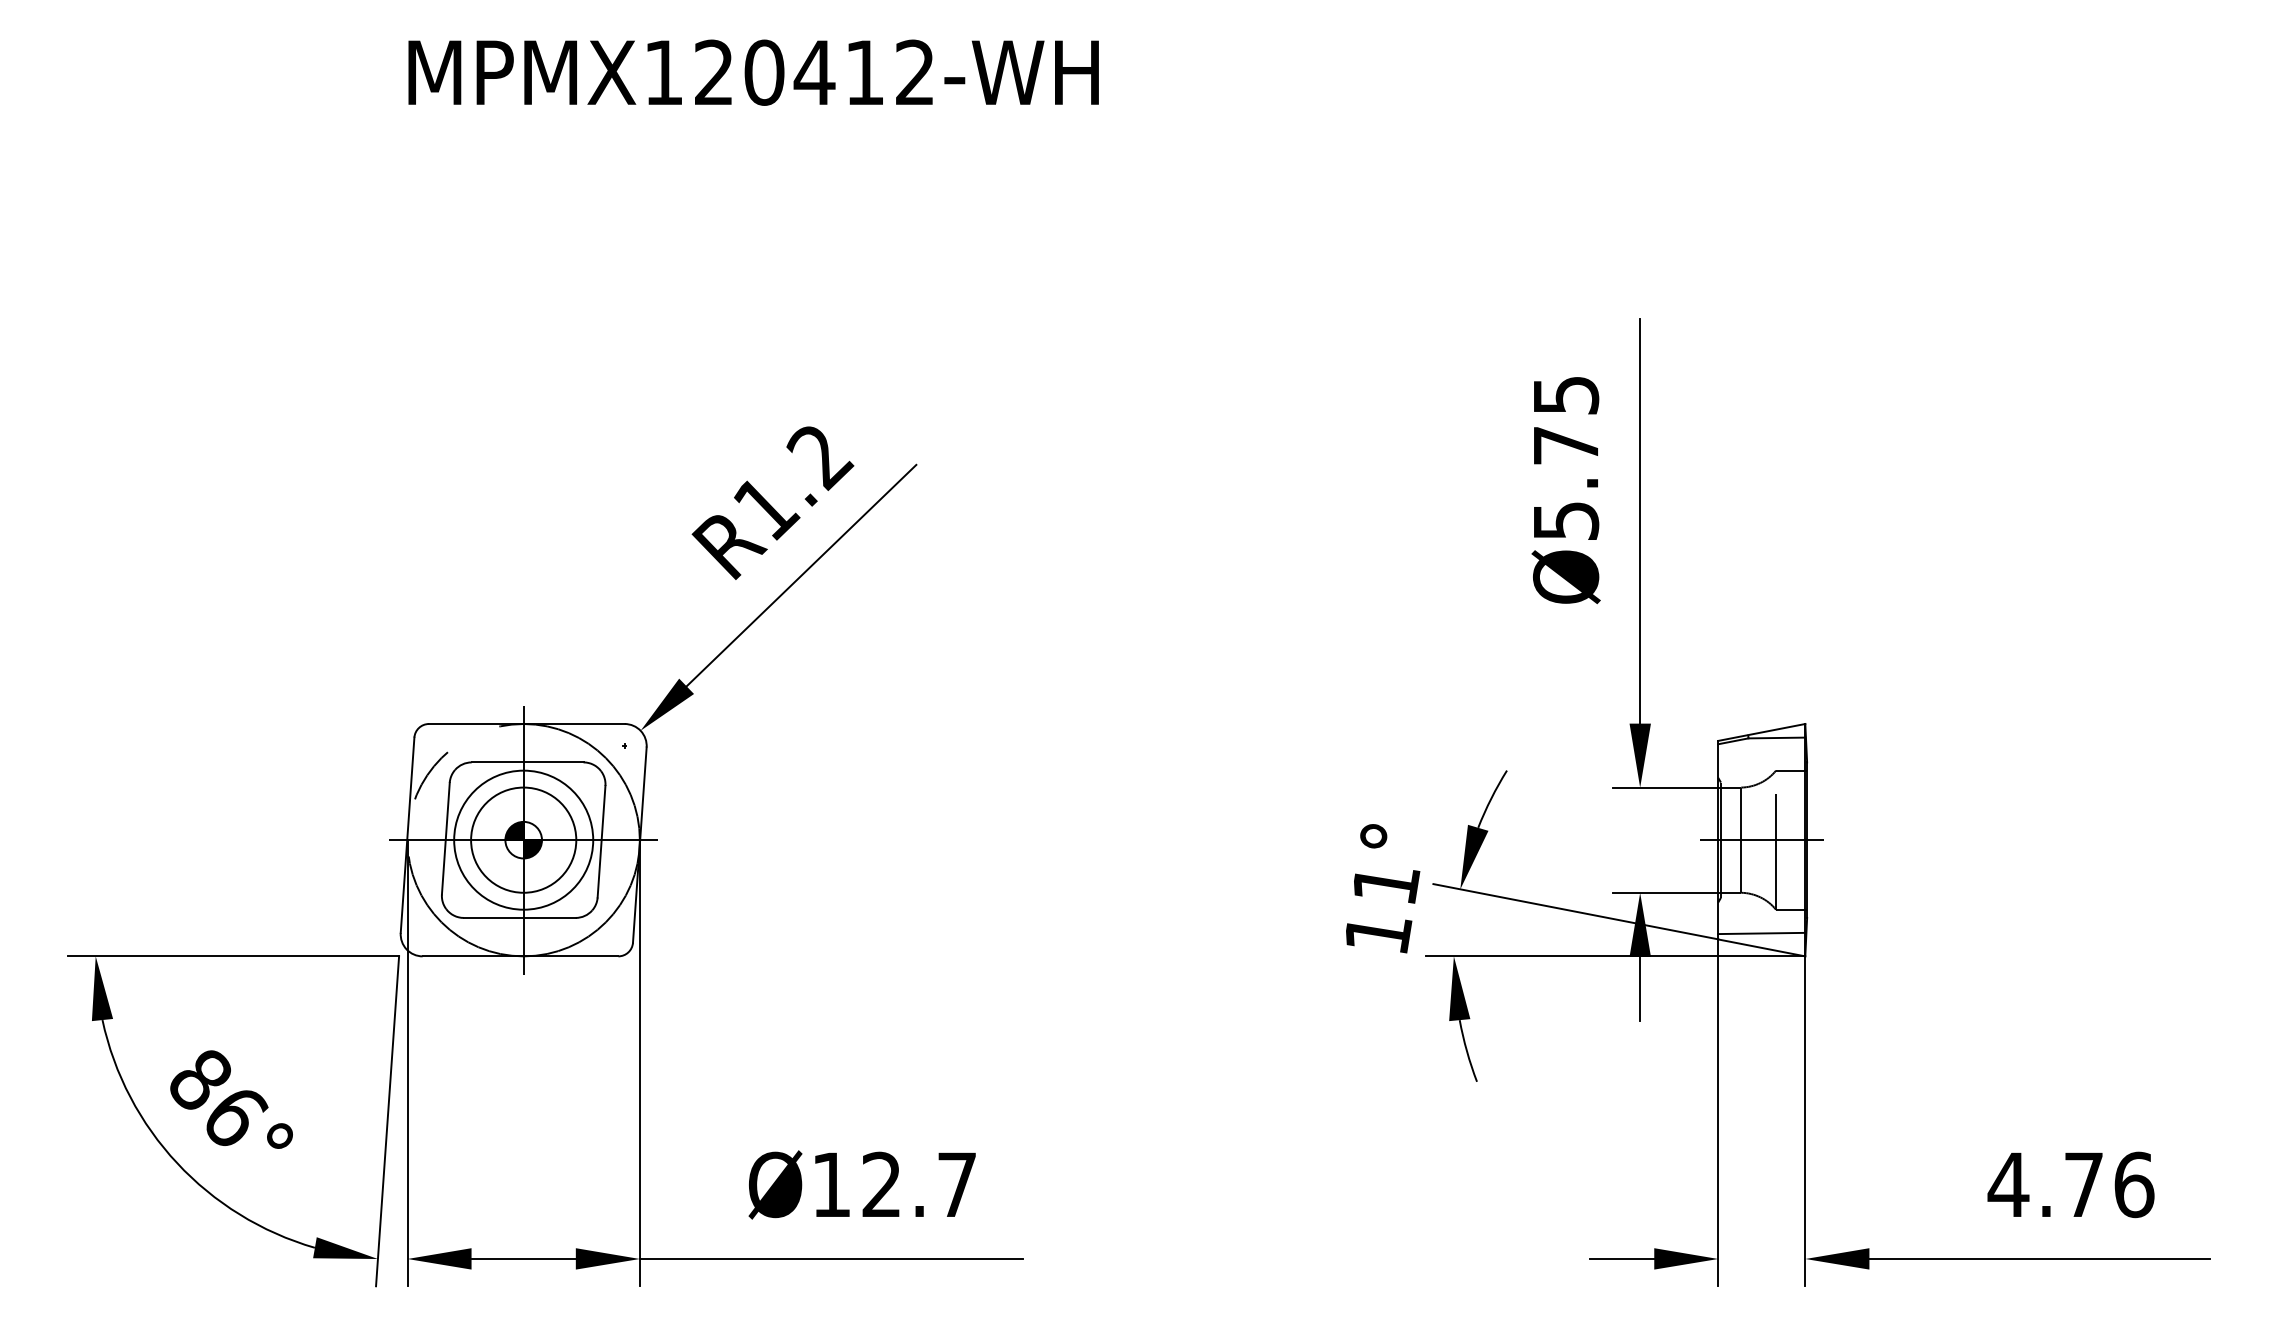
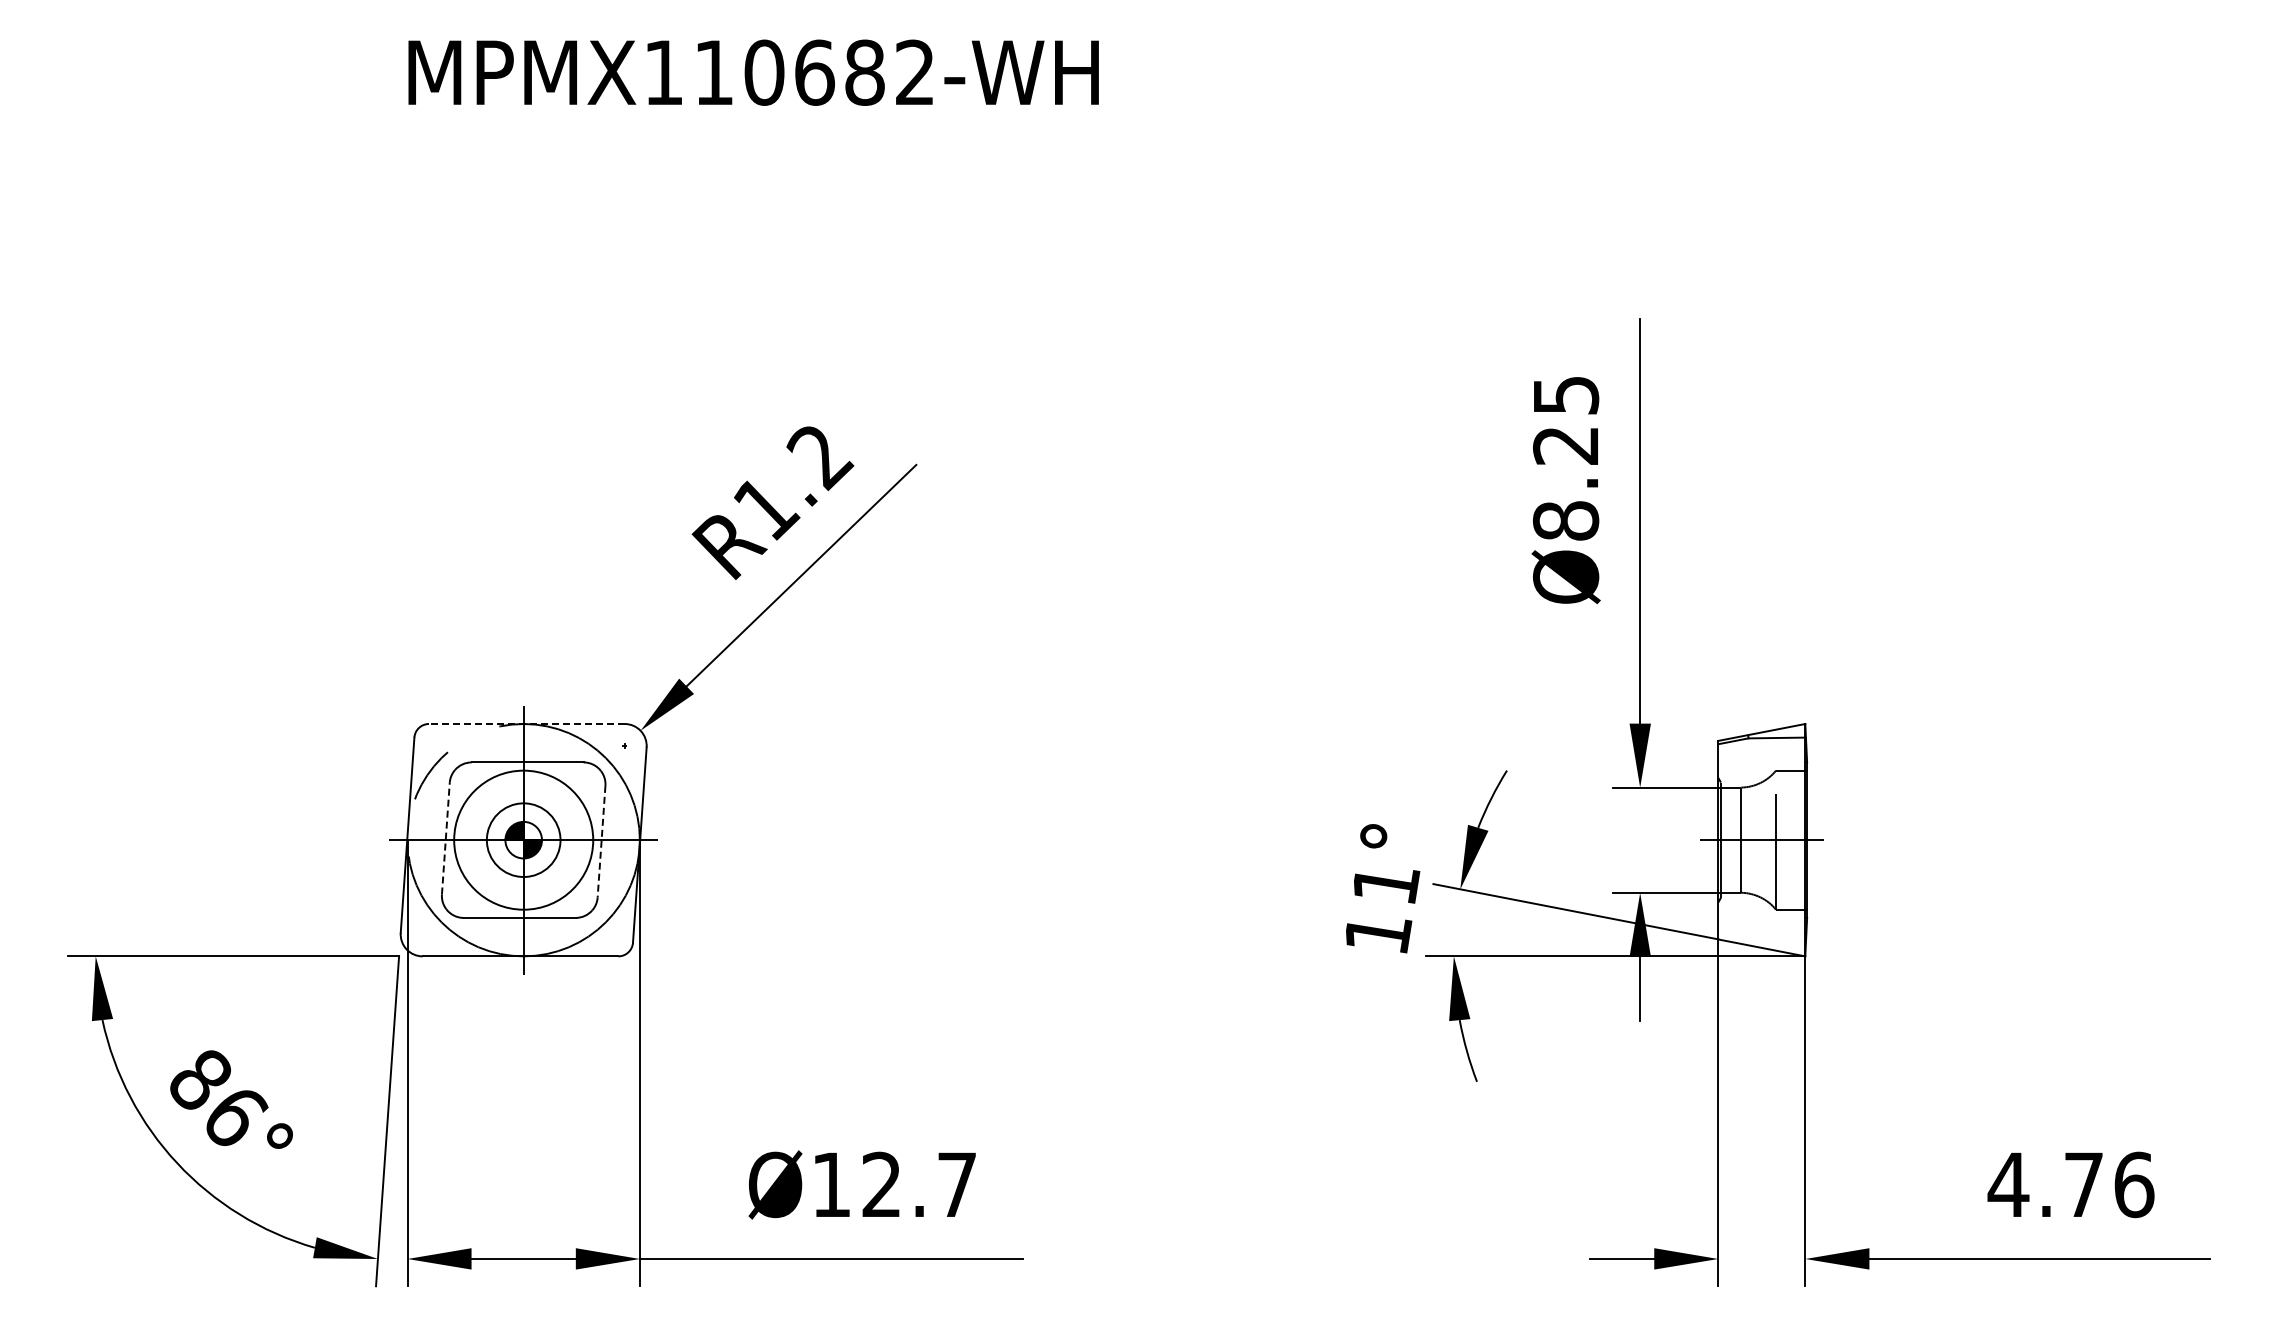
text at (789, 72): MPMX120412-WH -> MPMX110682-WH
text at (1566, 483): Ø5.75 -> Ø8.25
line at (526, 724): solid -> dashed
line at (445, 838): solid -> dashed
circle at (523, 839) diameter: 105 px -> 74 px
line at (601, 841): solid -> dashed
line at (1761, 933): present -> none
